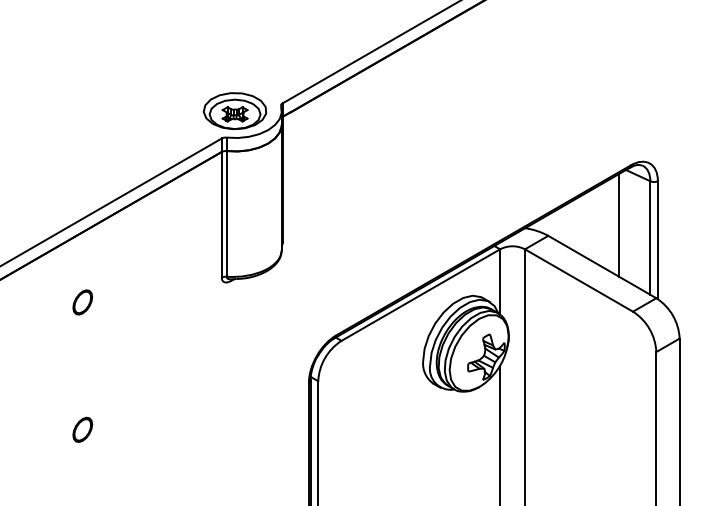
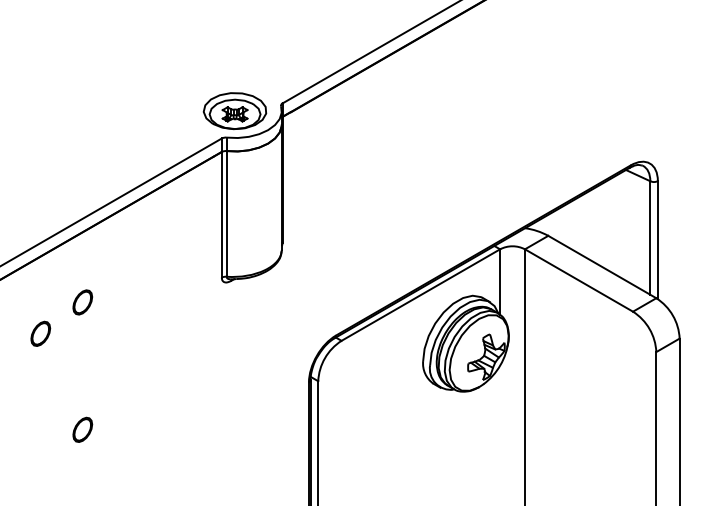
line at (619, 224): present -> none
part at (40, 333): none -> present
line at (500, 433): present -> none
